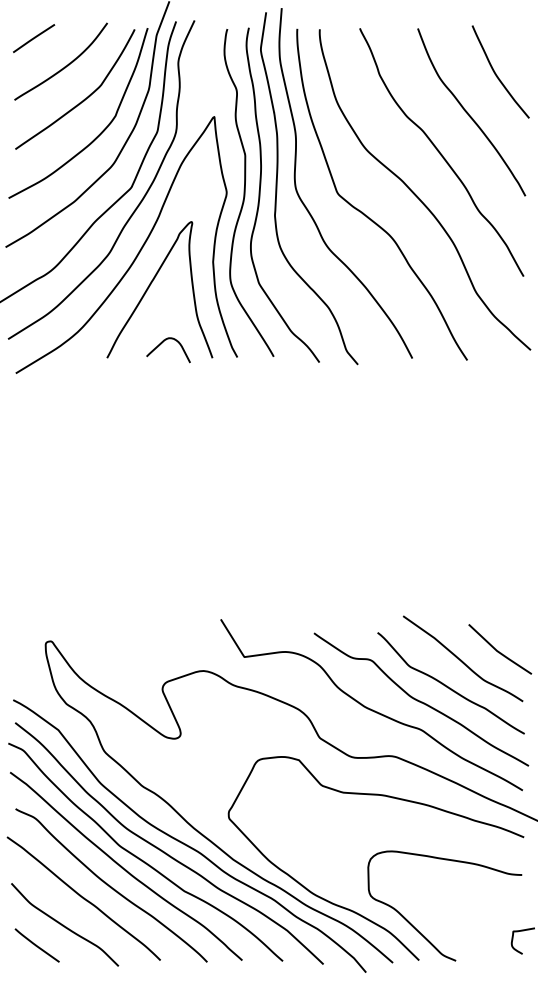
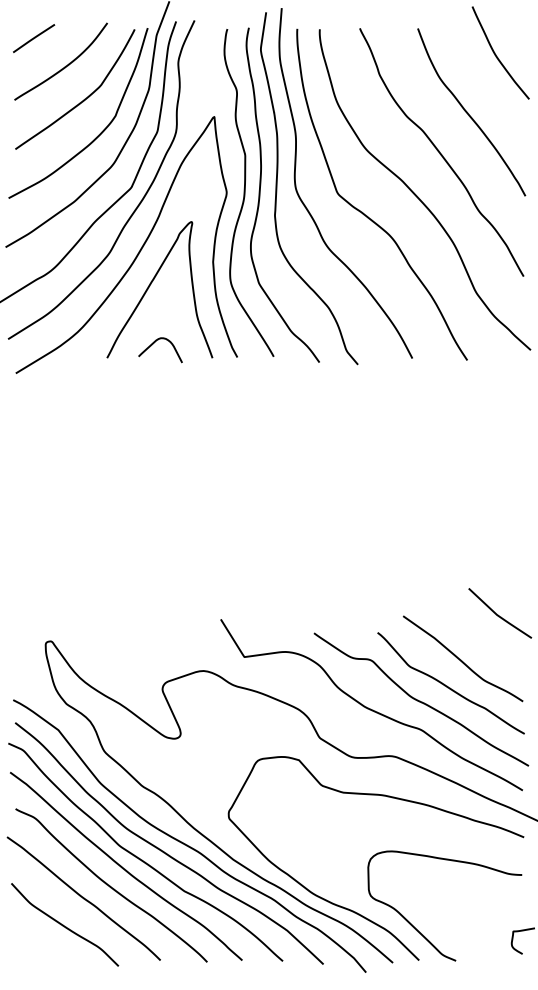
curve at (496, 73) position: (496, 73) -> (496, 54)
curve at (162, 343) position: (162, 343) -> (154, 343)
curve at (498, 650) position: (498, 650) -> (498, 614)
line at (36, 945): present -> none
